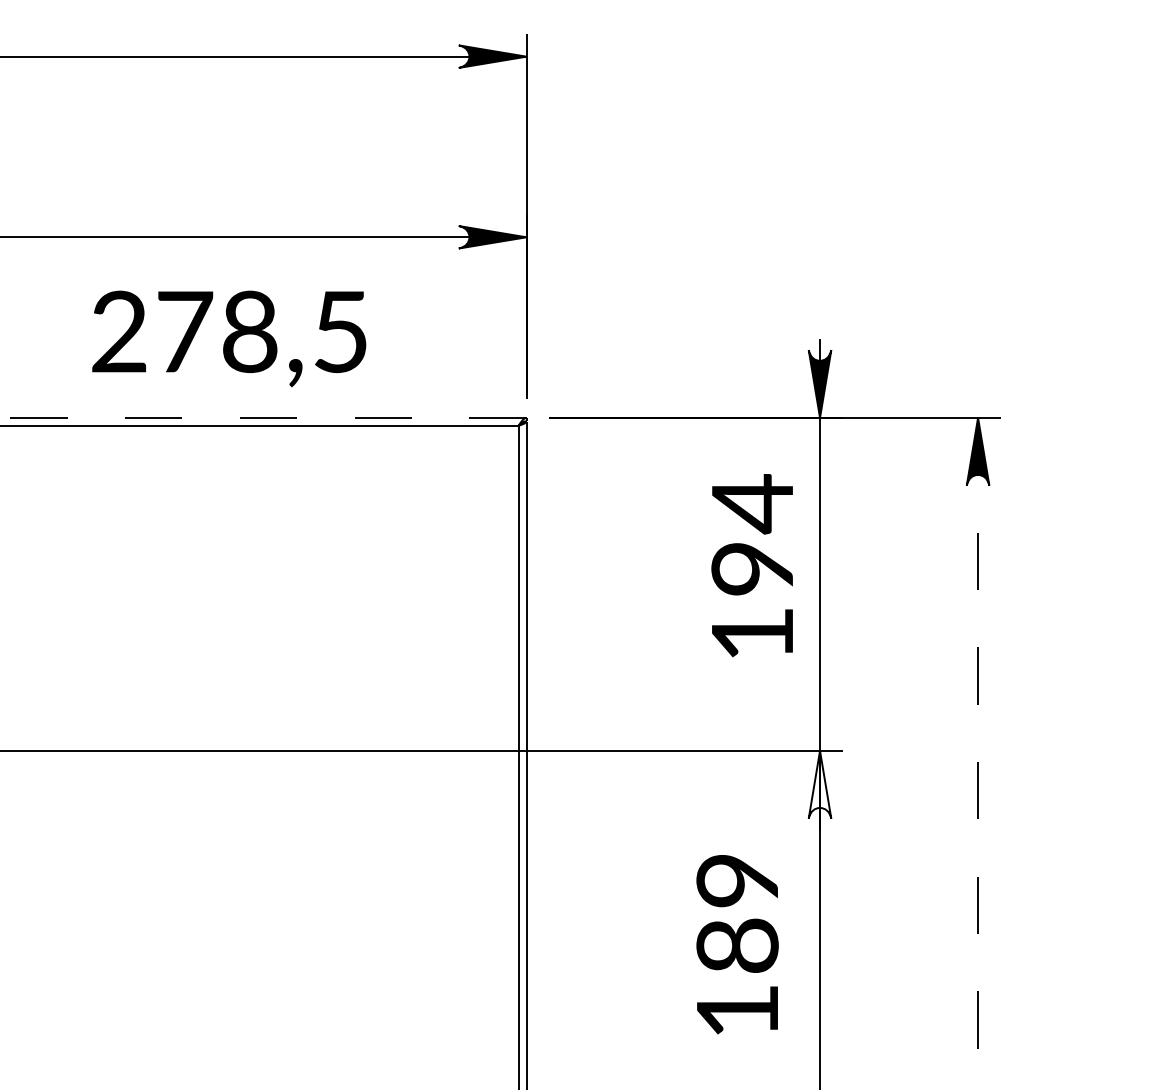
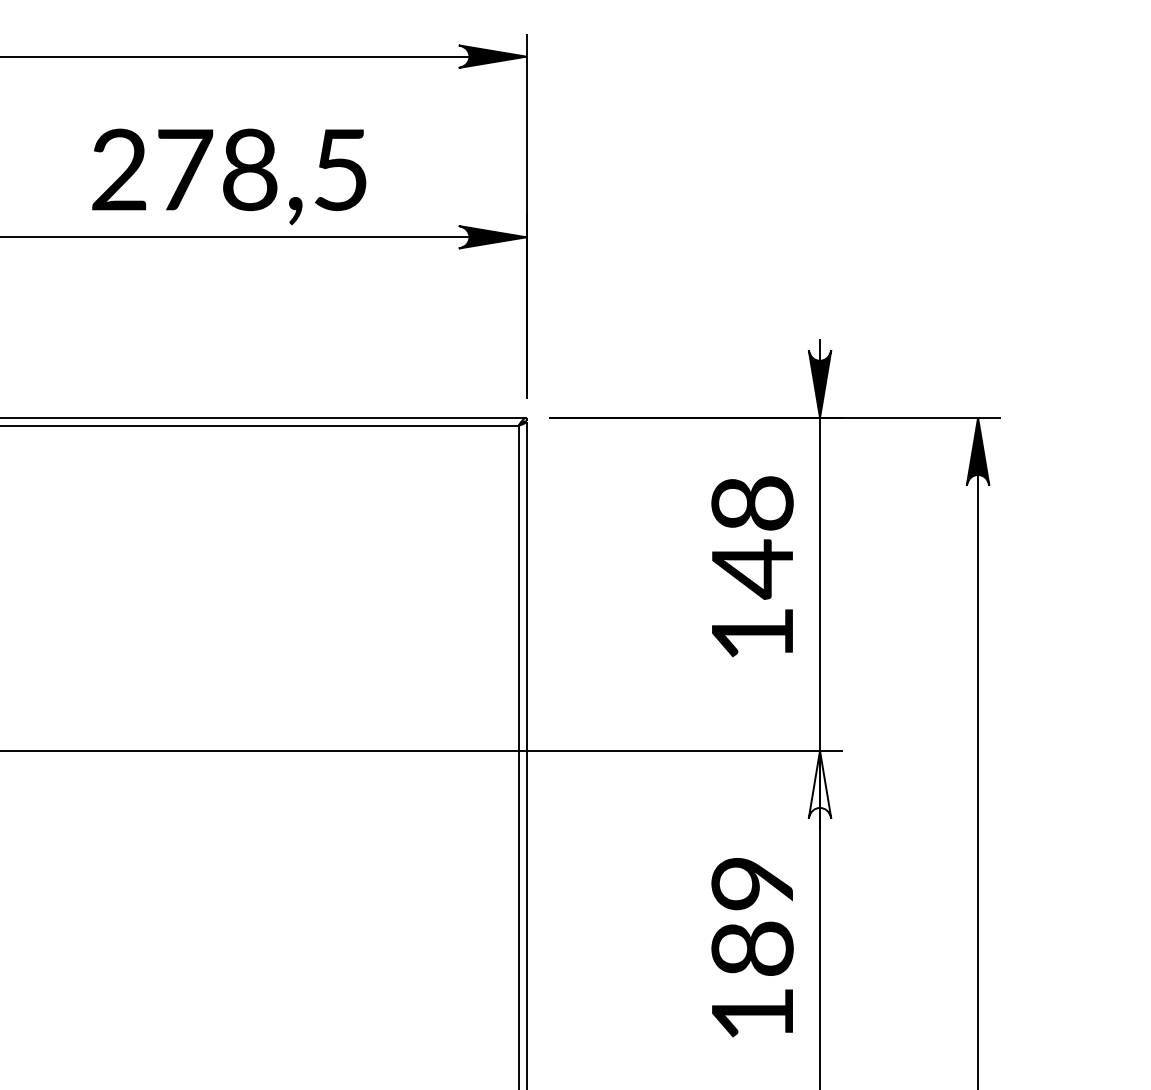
text at (229, 338) position: (229, 338) -> (229, 176)
line at (263, 417): dashed -> solid
text at (752, 536): 194 -> 148
line at (978, 753): dashed -> solid
text at (737, 944) position: (737, 944) -> (752, 947)
